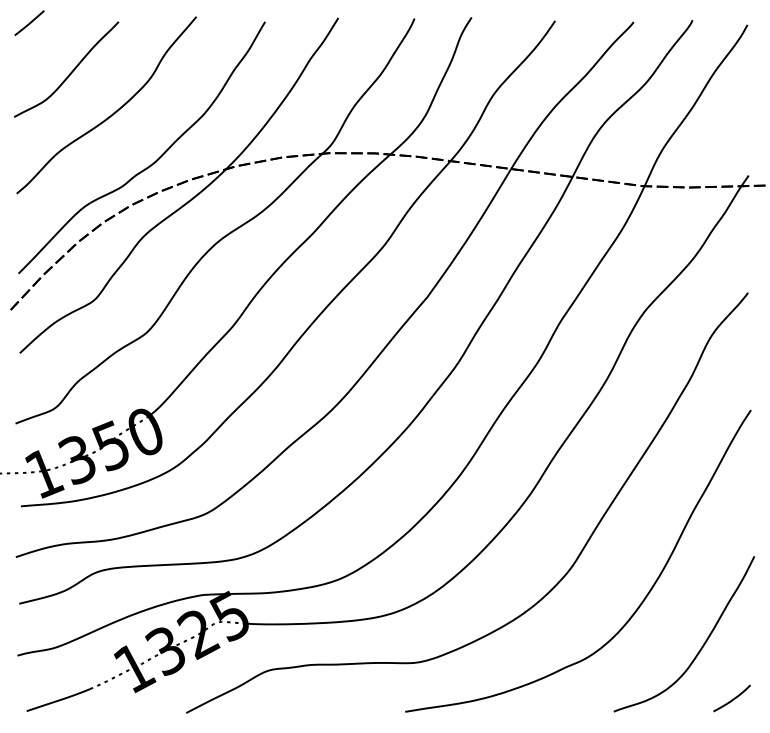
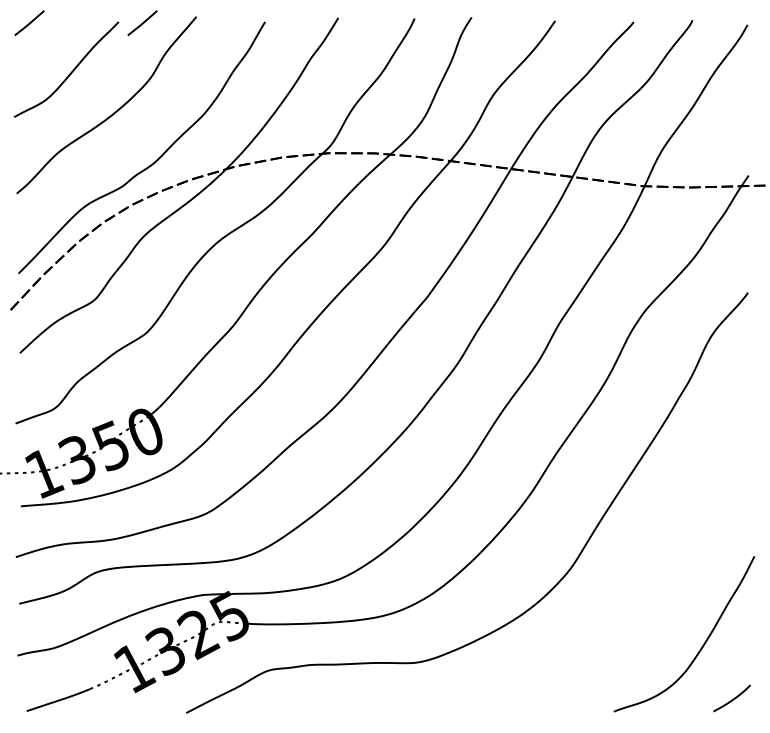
line at (142, 22): none -> present
curve at (641, 601): present -> none
